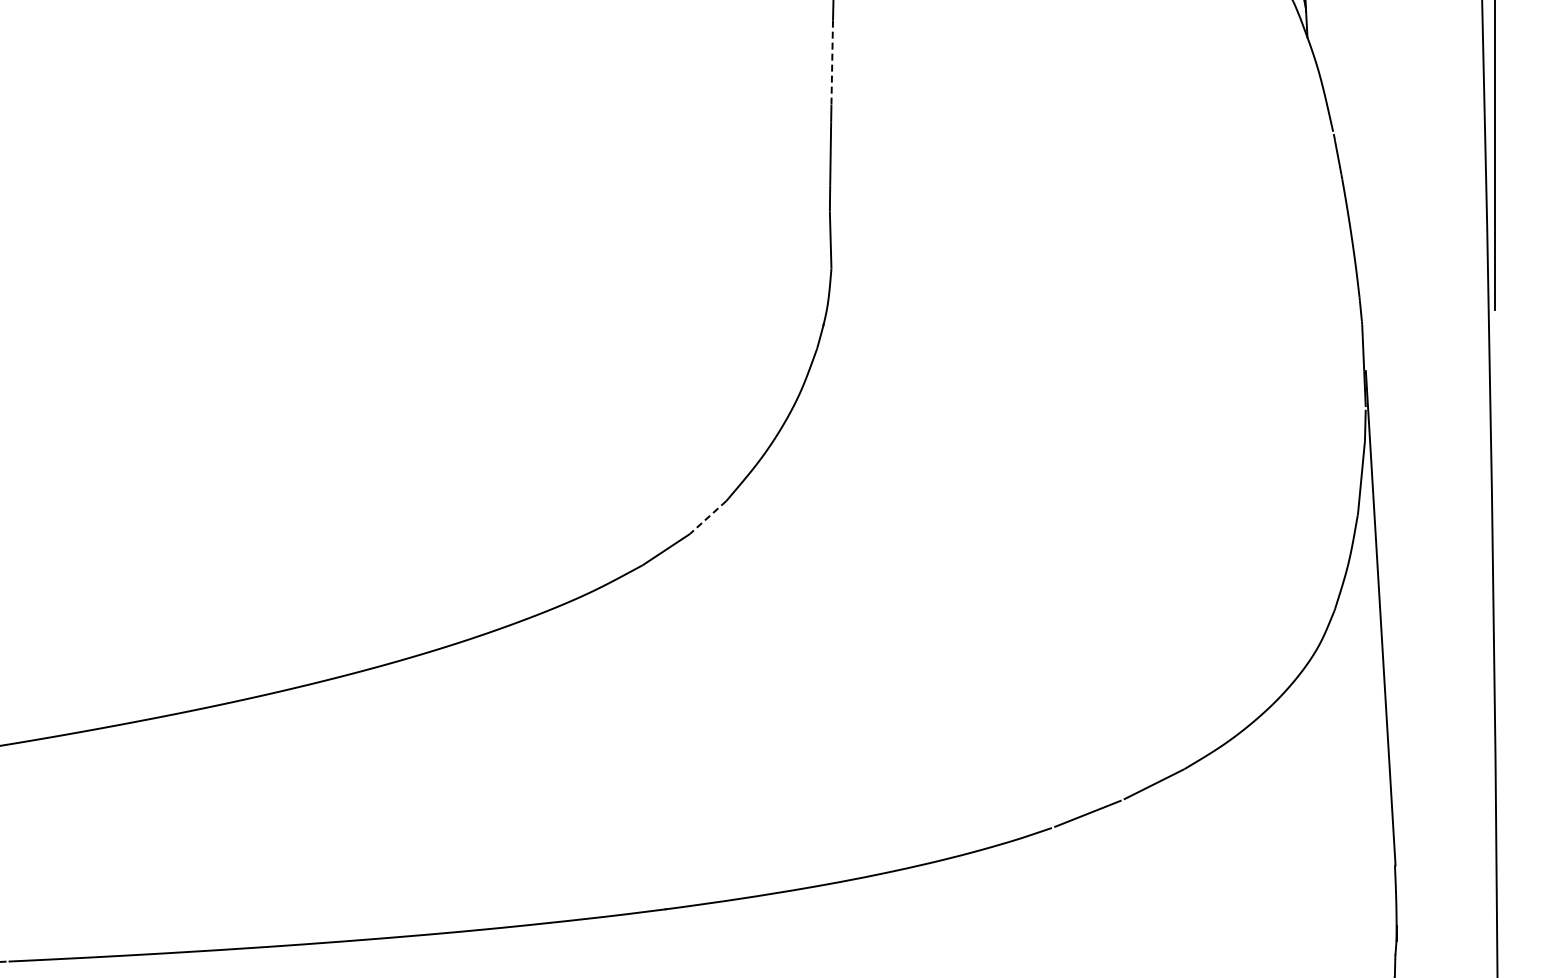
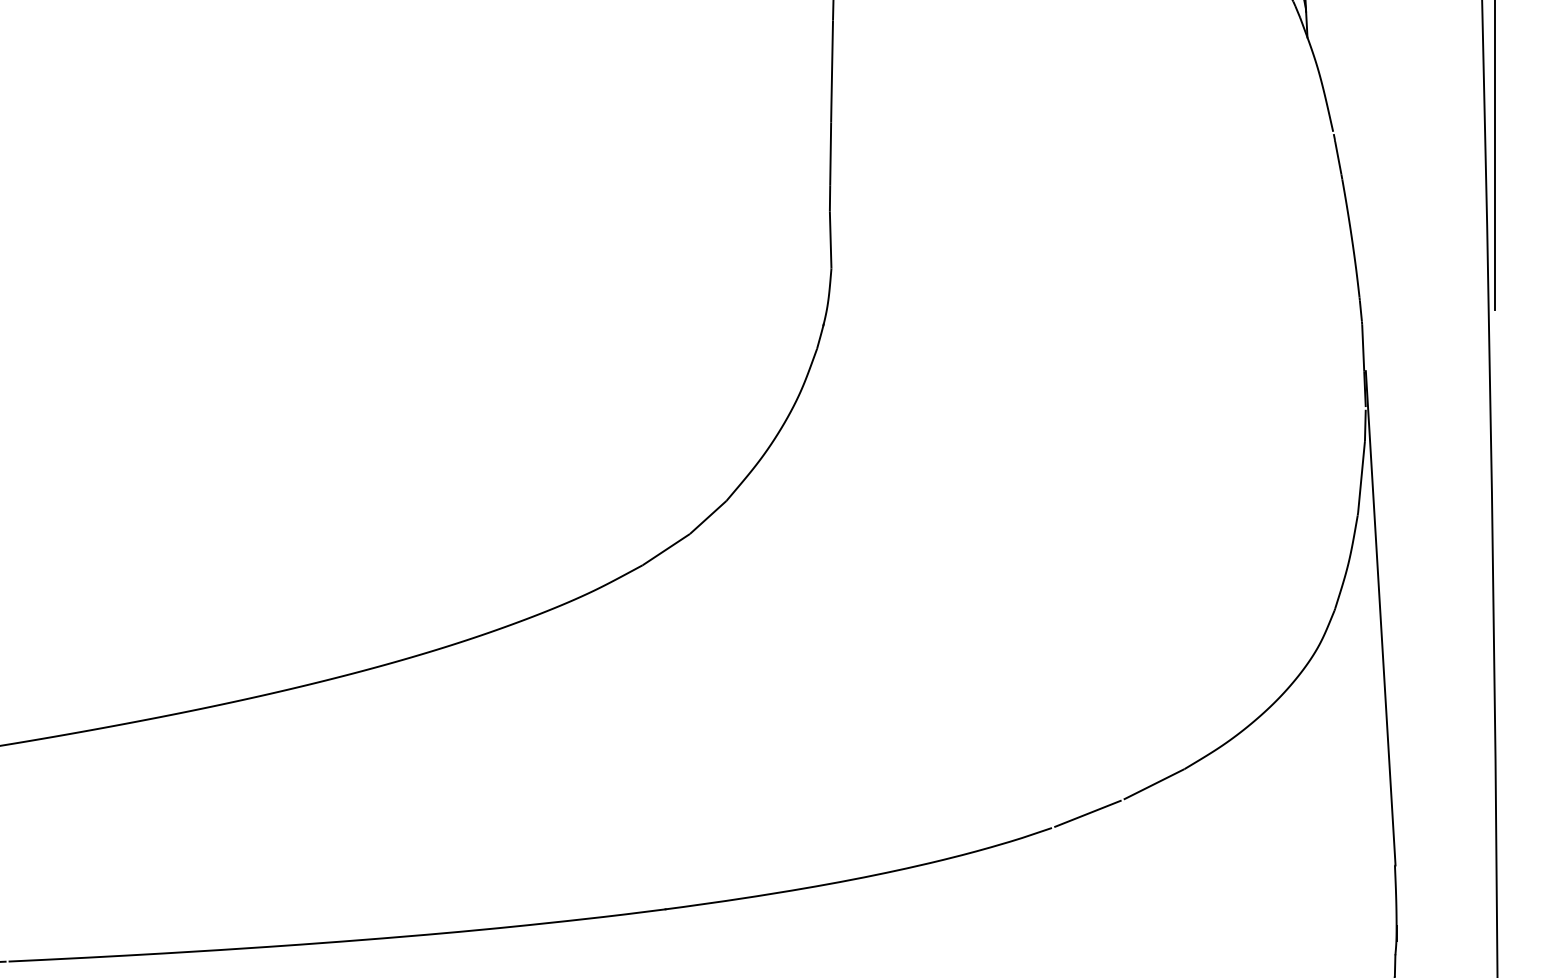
line at (832, 63): dashed -> solid
line at (708, 517): dashed -> solid
